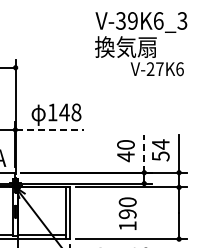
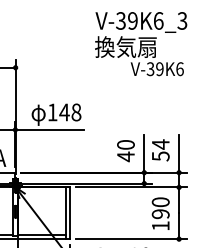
text at (154, 69): V-27K6 -> V-39K6
line at (50, 129): dashed -> solid
line at (144, 154): dashed -> solid
text at (127, 213) position: (127, 213) -> (160, 213)
